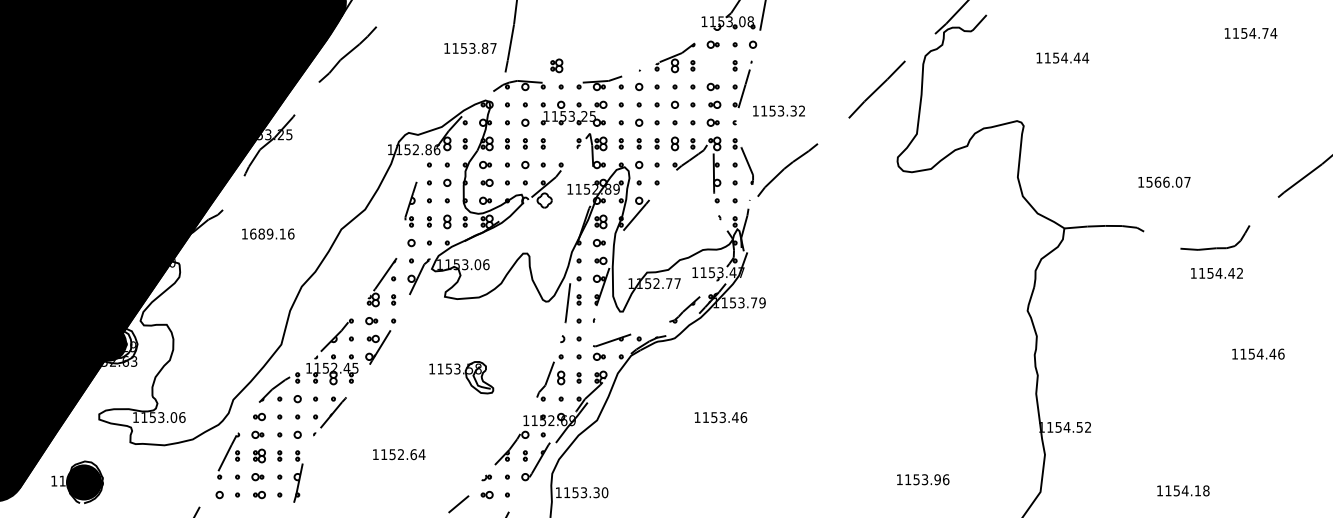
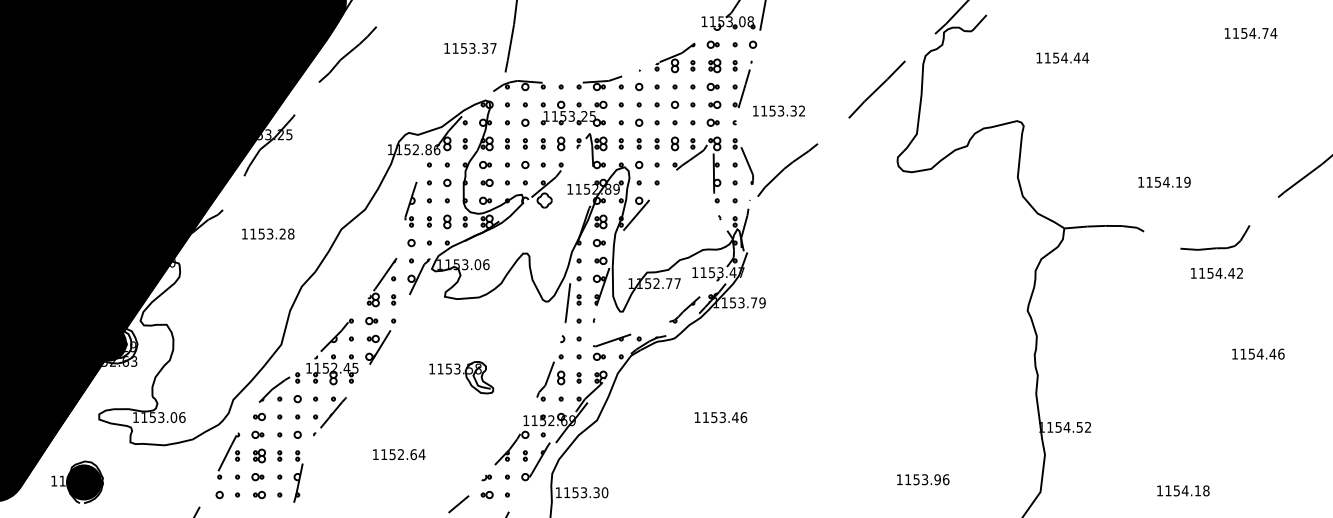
text at (484, 48): 1153.87 -> 1153.37
part at (556, 65) position: (556, 65) -> (714, 65)
part at (561, 143): none -> present
text at (1168, 181): 1566.07 -> 1154.19
text at (272, 233): 1689.16 -> 1153.28
